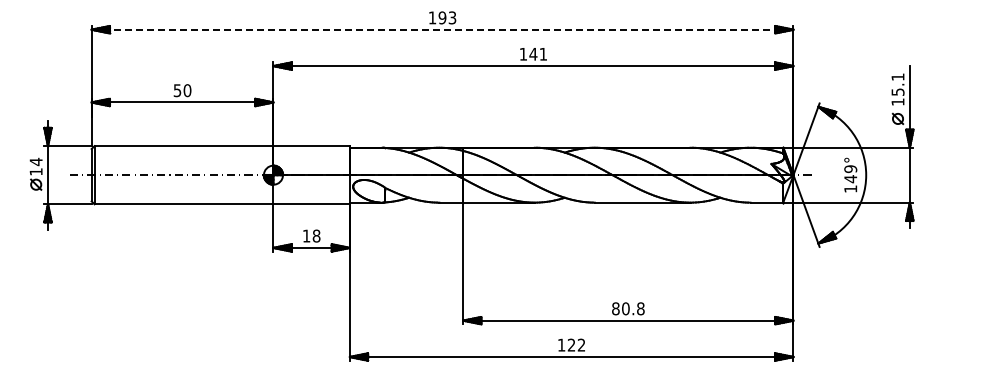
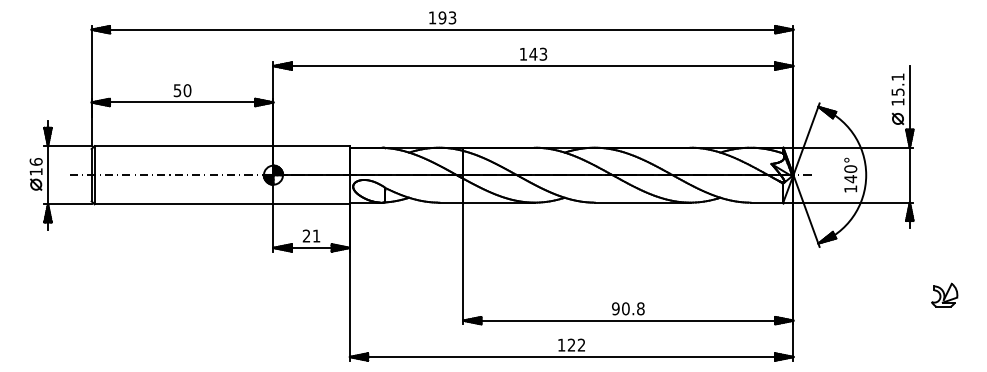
line at (442, 29): dashed -> solid
text at (543, 53): 141 -> 143
text at (35, 162): 14 -> 16
text at (850, 169): 149° -> 140°
text at (311, 235): 18 -> 21
part at (944, 294): none -> present
text at (615, 308): 80.8 -> 90.8
